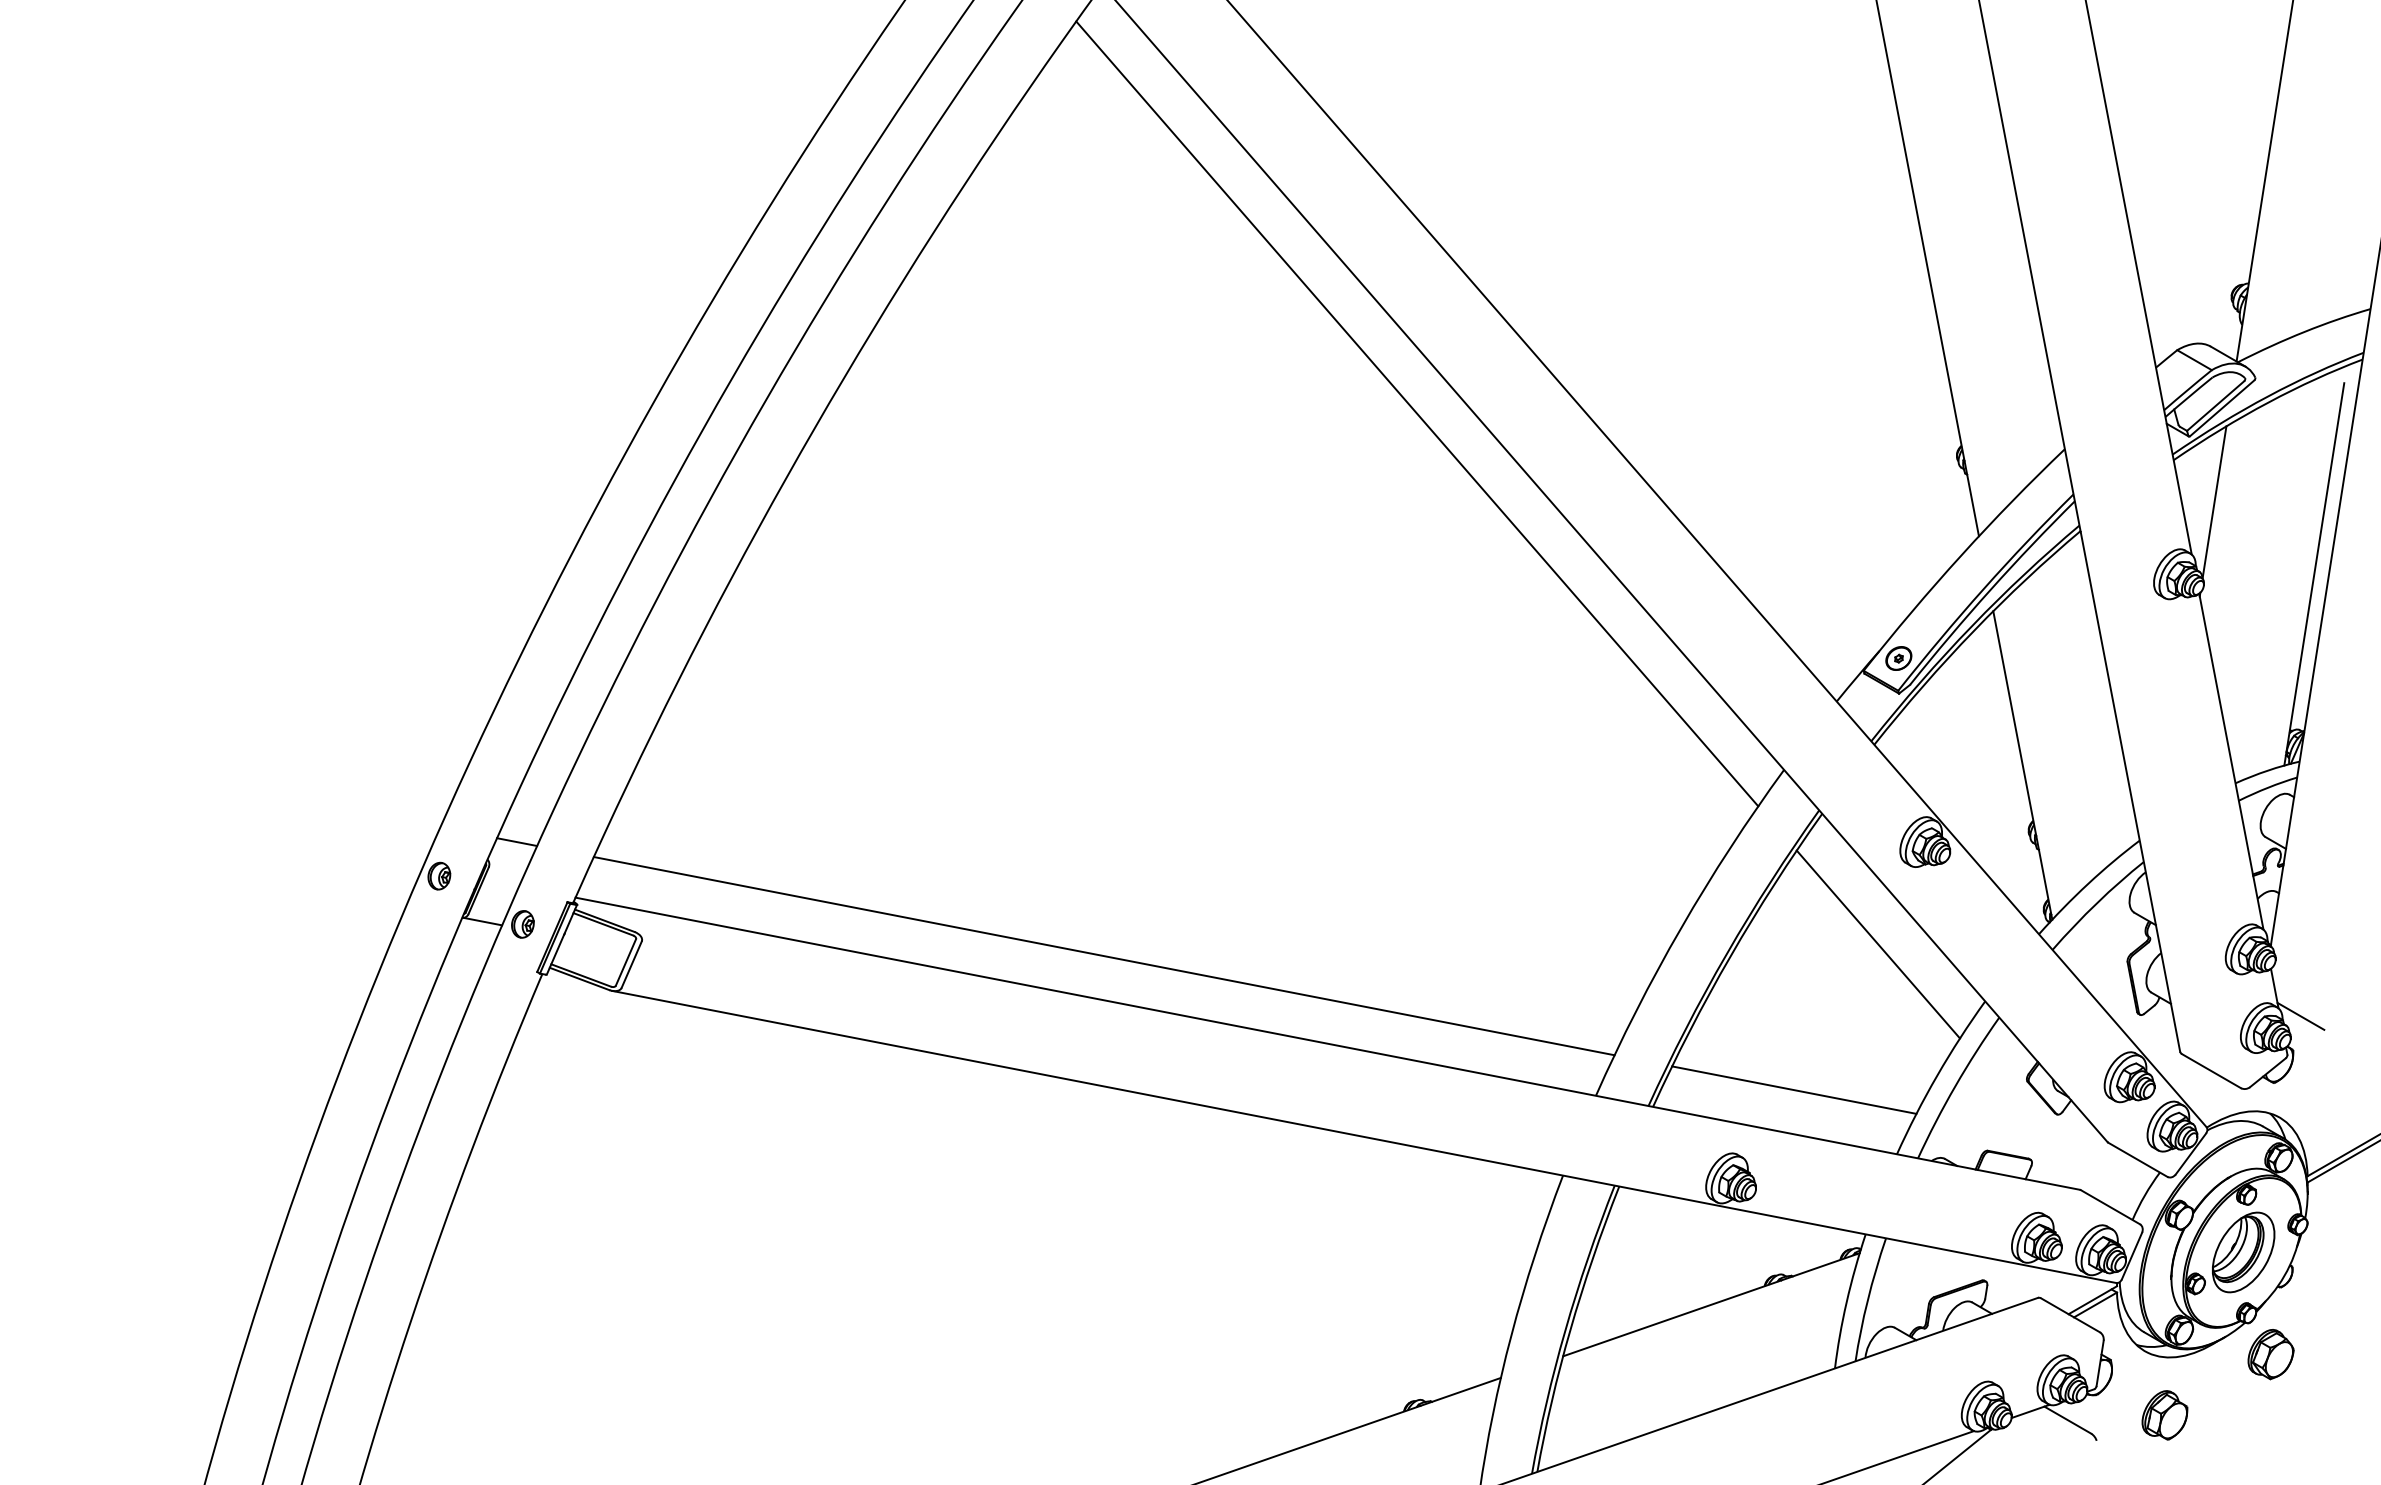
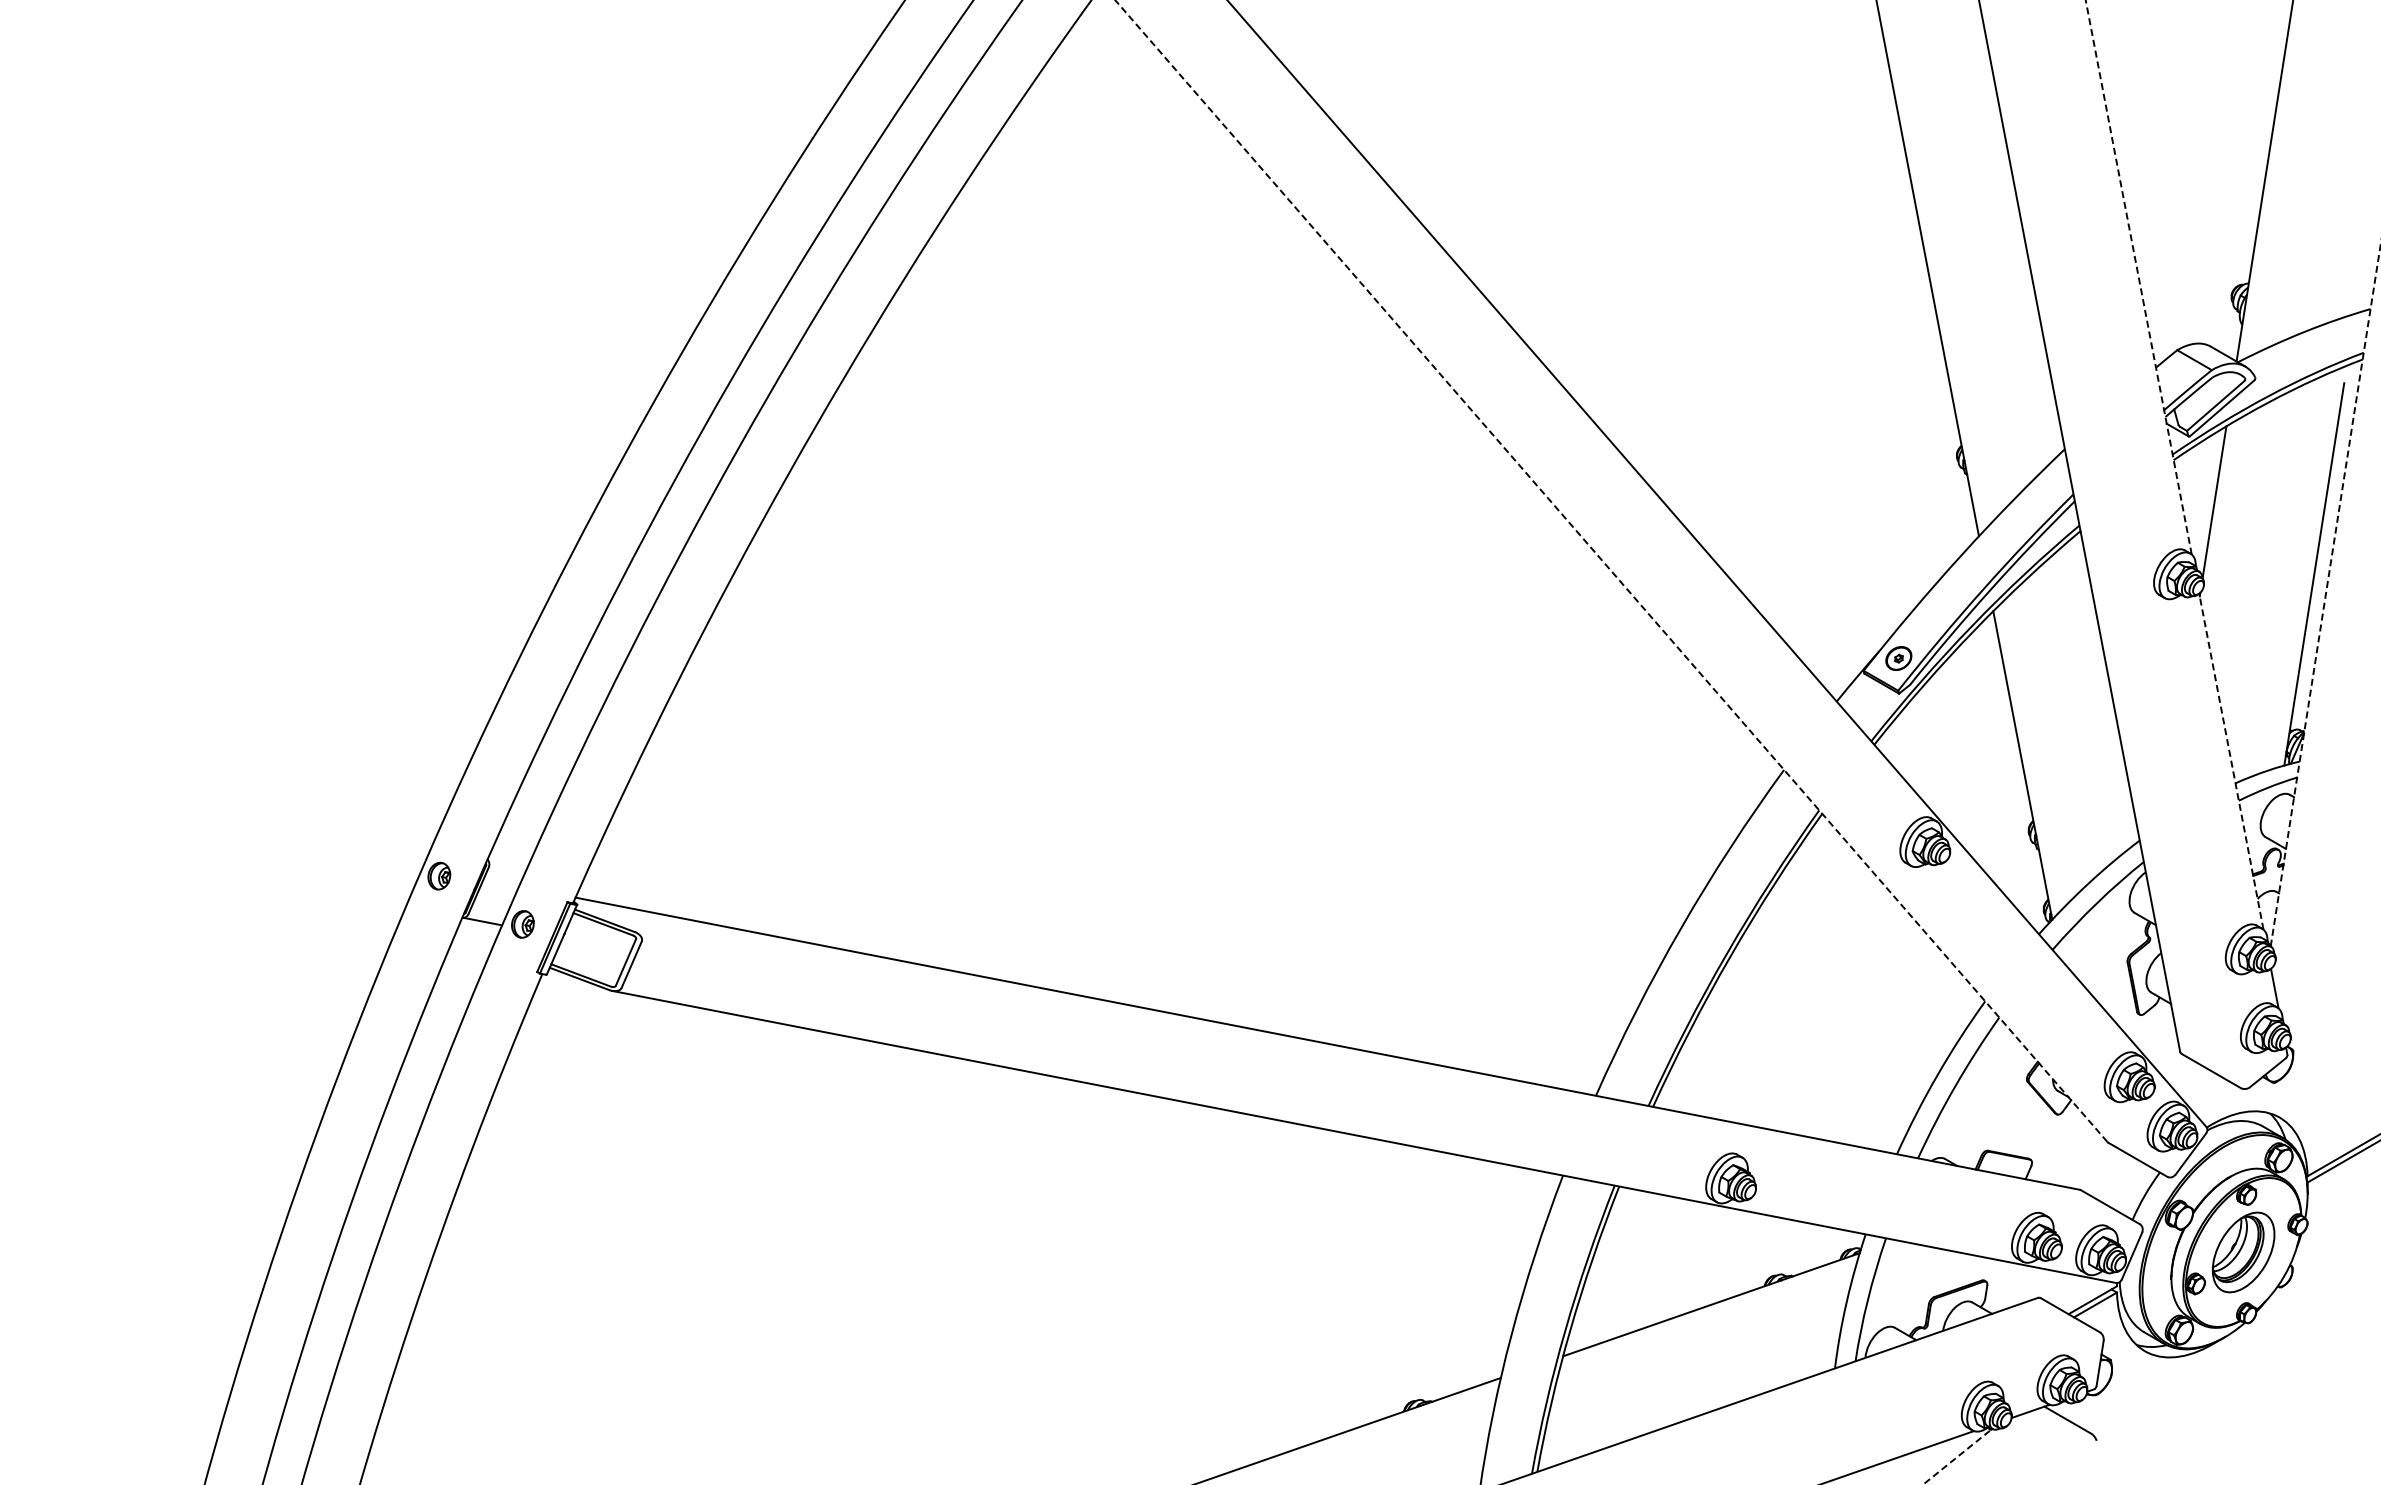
line at (2138, 277): solid -> dashed
line at (1417, 413): present -> none
line at (1611, 570): solid -> dashed
line at (2325, 594): solid -> dashed
line at (2231, 761): solid -> dashed
line at (517, 842): present -> none
line at (1877, 944): present -> none
line at (1103, 956): present -> none
line at (2300, 1015): present -> none
line at (1794, 1089): present -> none
part at (2270, 1354): present -> none
part at (2164, 1415): present -> none
line at (1958, 1456): solid -> dashed
